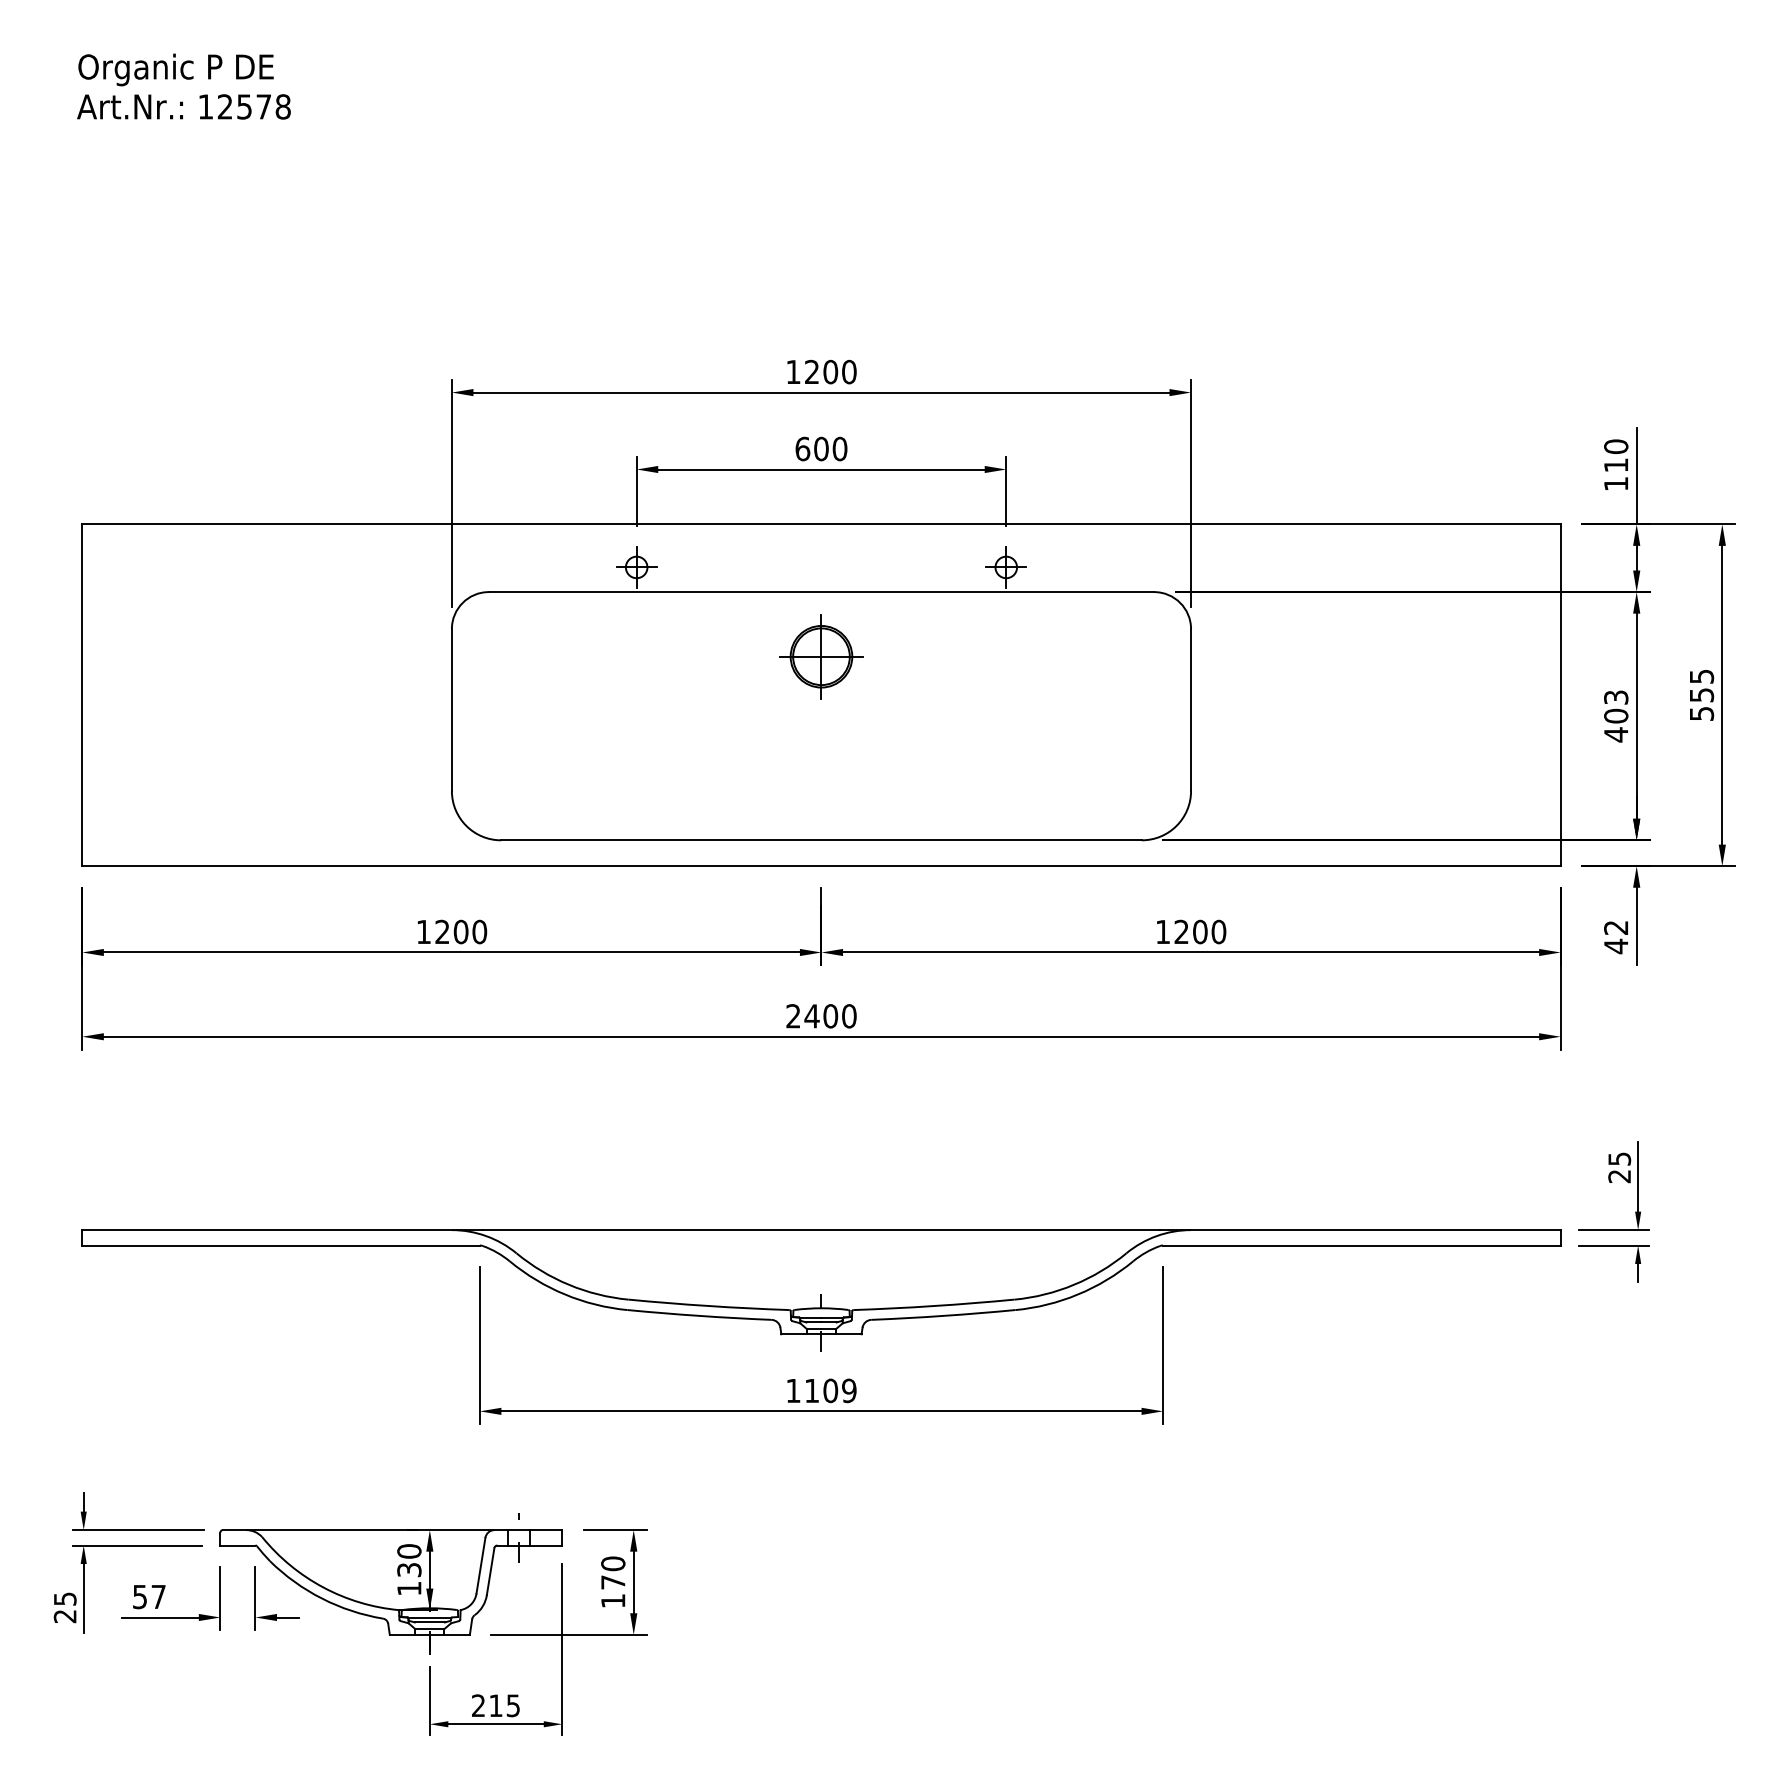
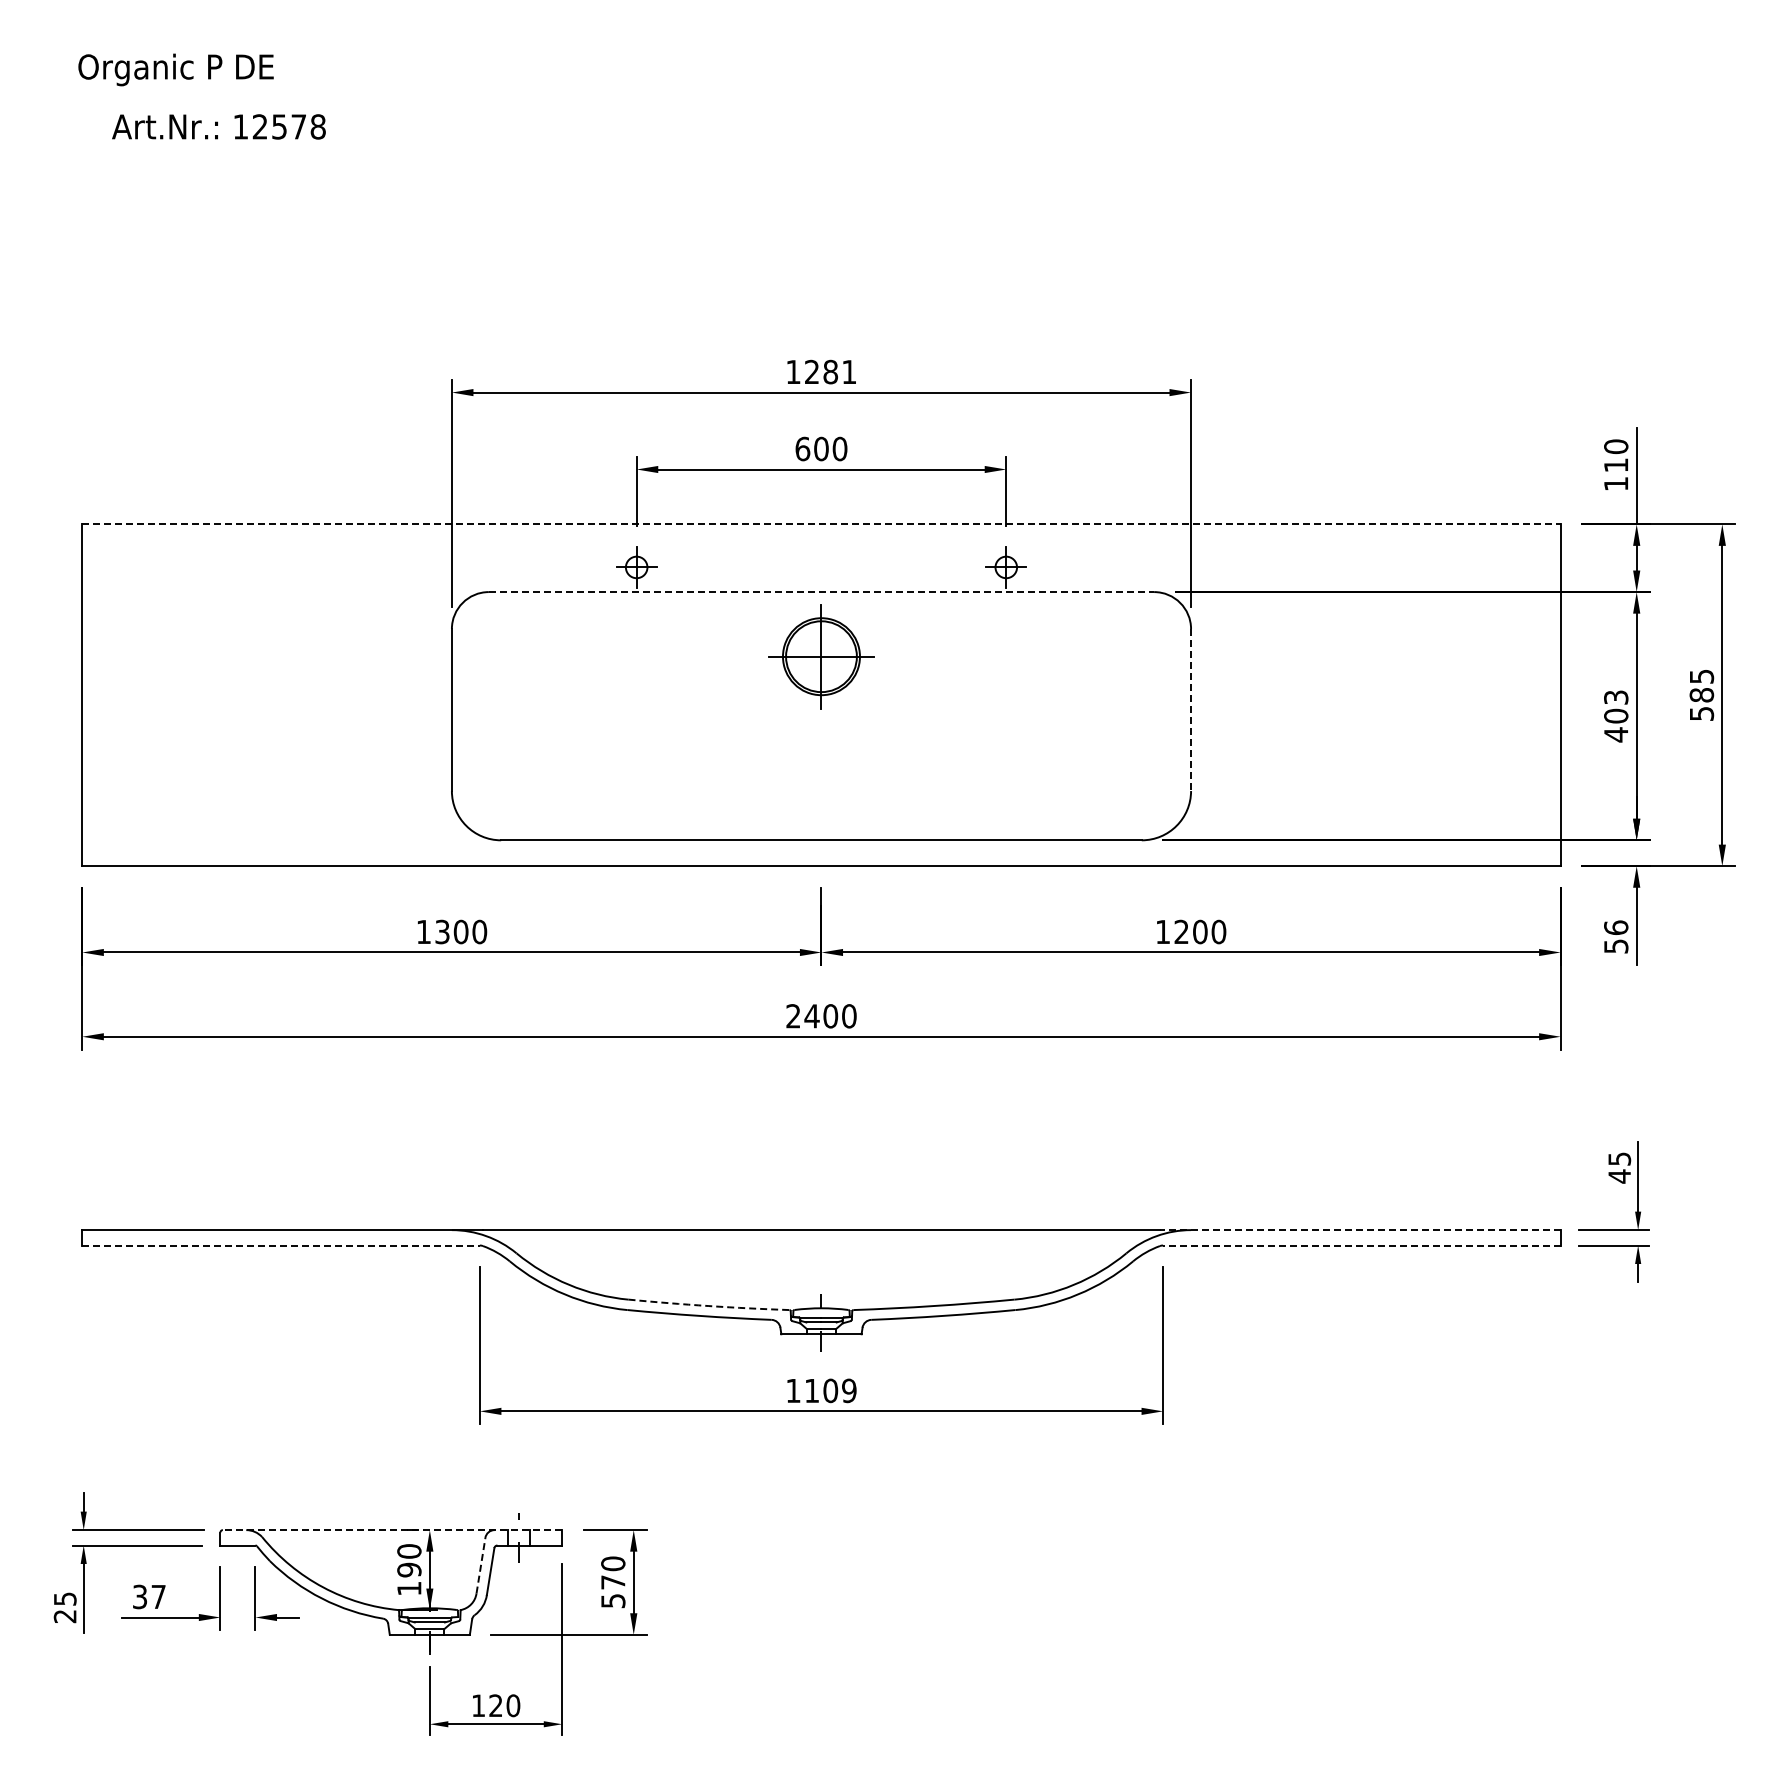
text at (183, 106) position: (183, 106) -> (218, 126)
text at (839, 371): 1200 -> 1281
line at (821, 524): solid -> dashed
line at (821, 592): solid -> dashed
part at (821, 656) size: 85x86 px -> 107x106 px
text at (1701, 695): 555 -> 585
line at (1191, 710): solid -> dashed
text at (442, 932): 1200 -> 1300
text at (1616, 937): 42 -> 56
text at (1619, 1176): 25 -> 45
line at (1359, 1230): solid -> dashed
line at (281, 1245): solid -> dashed
line at (1361, 1245): solid -> dashed
arc at (708, 1306): solid -> dashed
line at (392, 1530): solid -> dashed
line at (481, 1565): solid -> dashed
text at (409, 1569): 130 -> 190
text at (139, 1596): 57 -> 37
text at (613, 1601): 170 -> 570
text at (496, 1705): 215 -> 120
